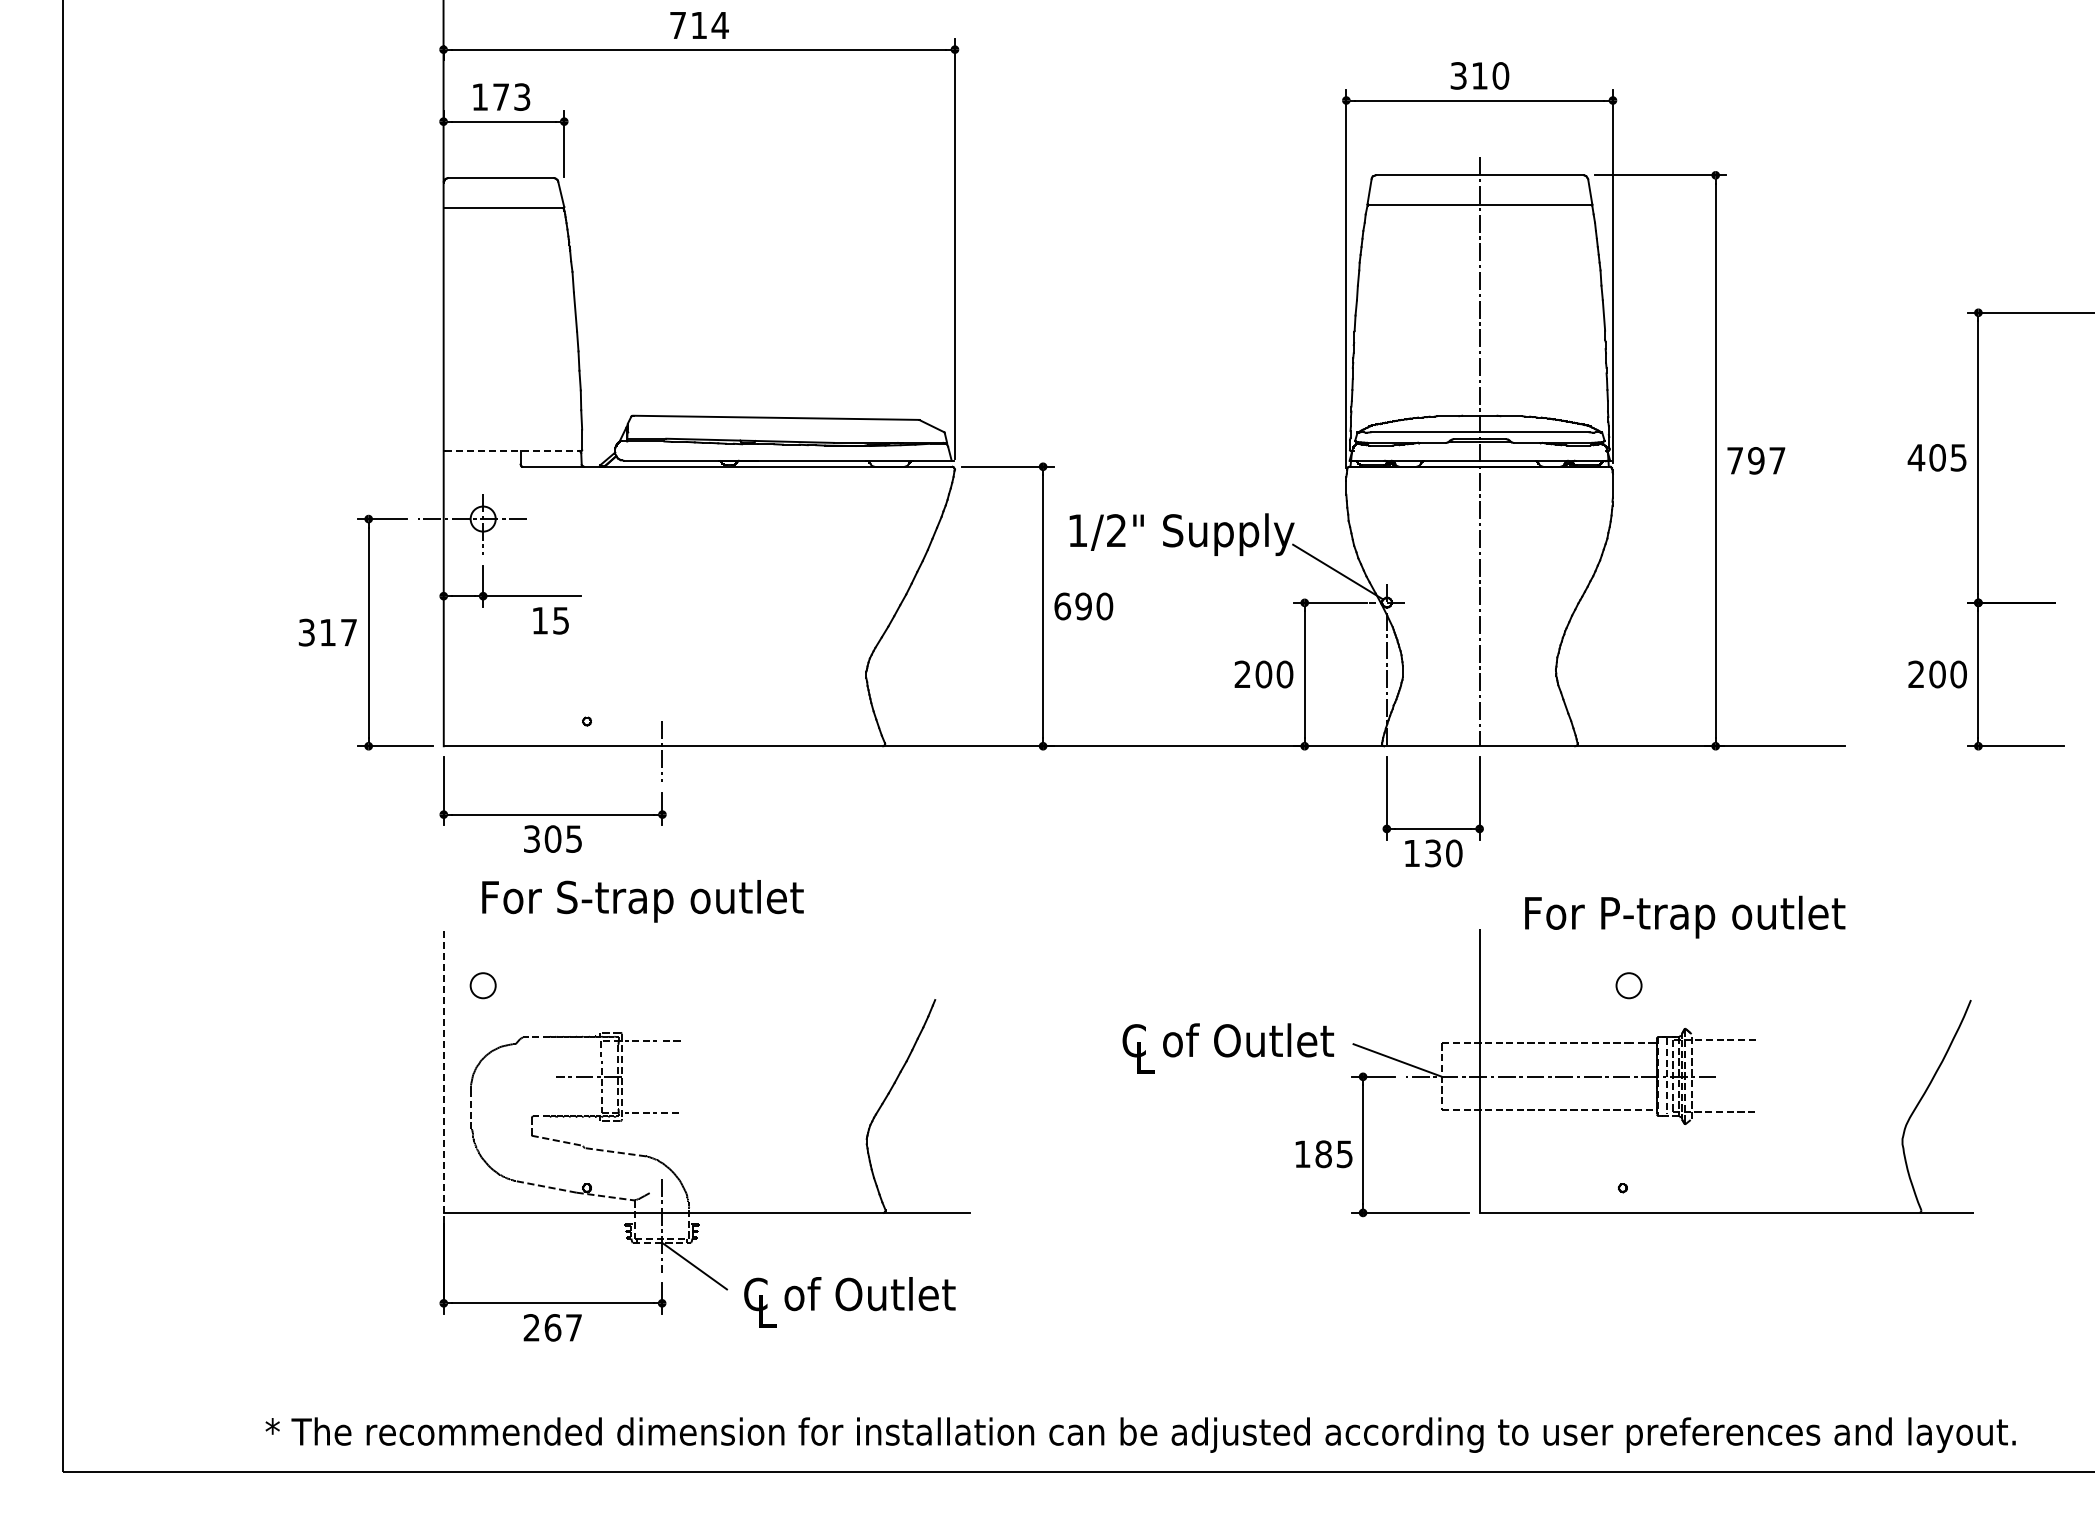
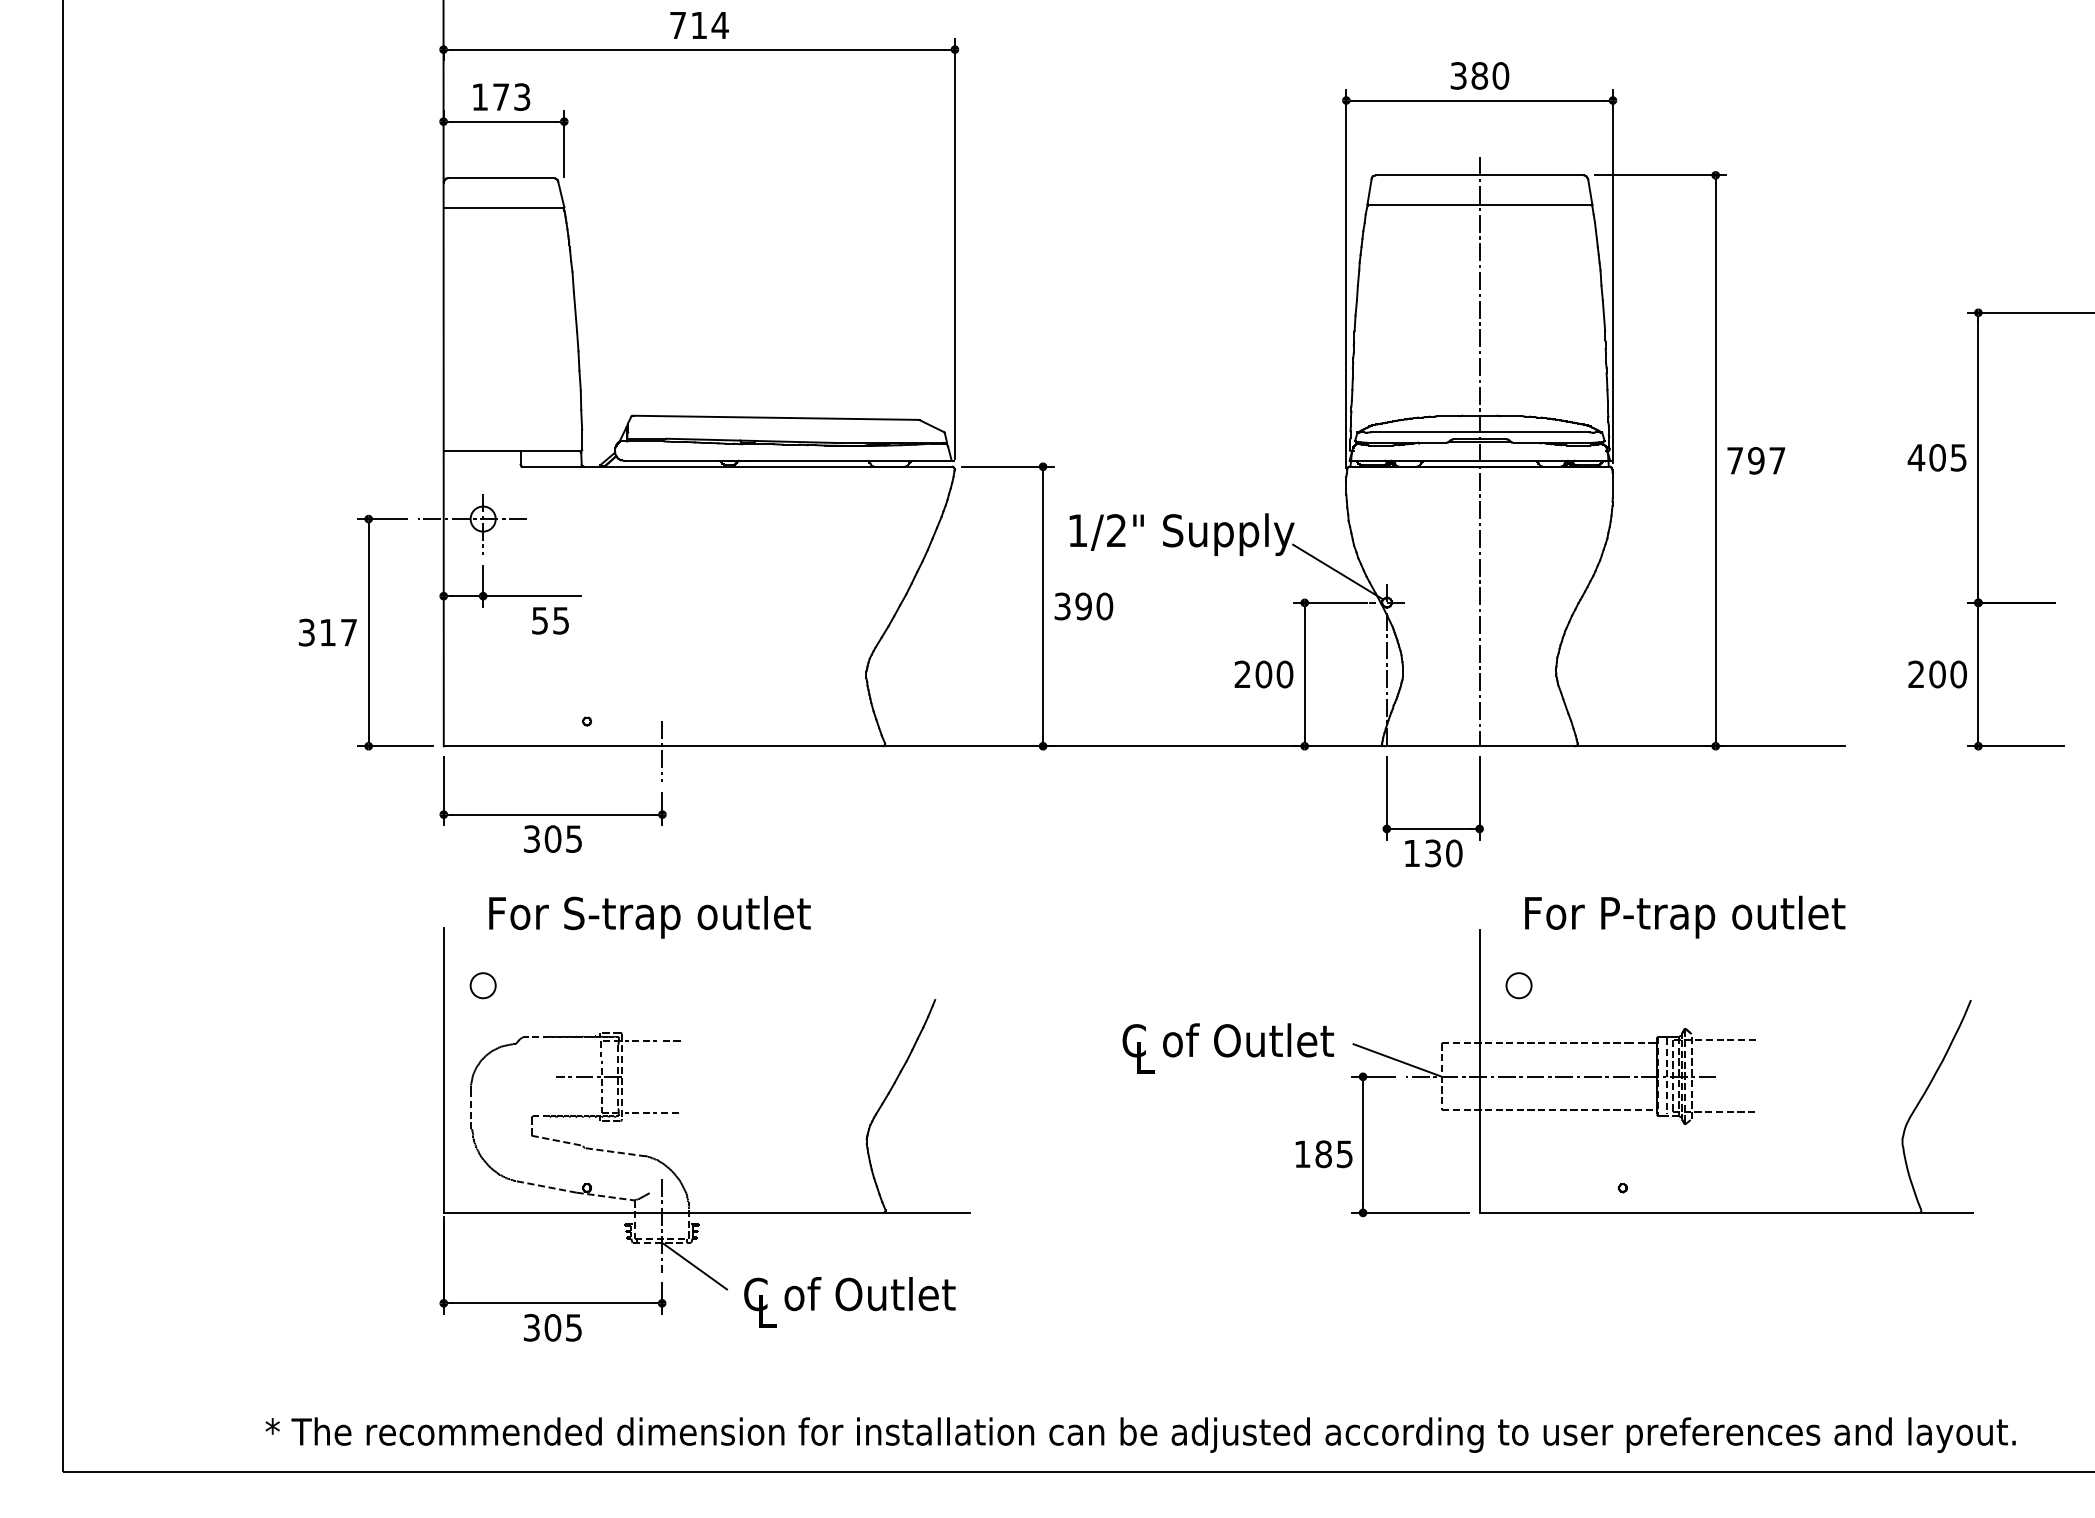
text at (1479, 75): 310 -> 380
line at (513, 451): dashed -> solid
text at (1062, 606): 690 -> 390
text at (539, 620): 15 -> 55
text at (642, 901) position: (642, 901) -> (649, 917)
circle at (1628, 985) position: (1628, 985) -> (1518, 985)
line at (443, 1070): dashed -> solid
text at (552, 1327): 267 -> 305
